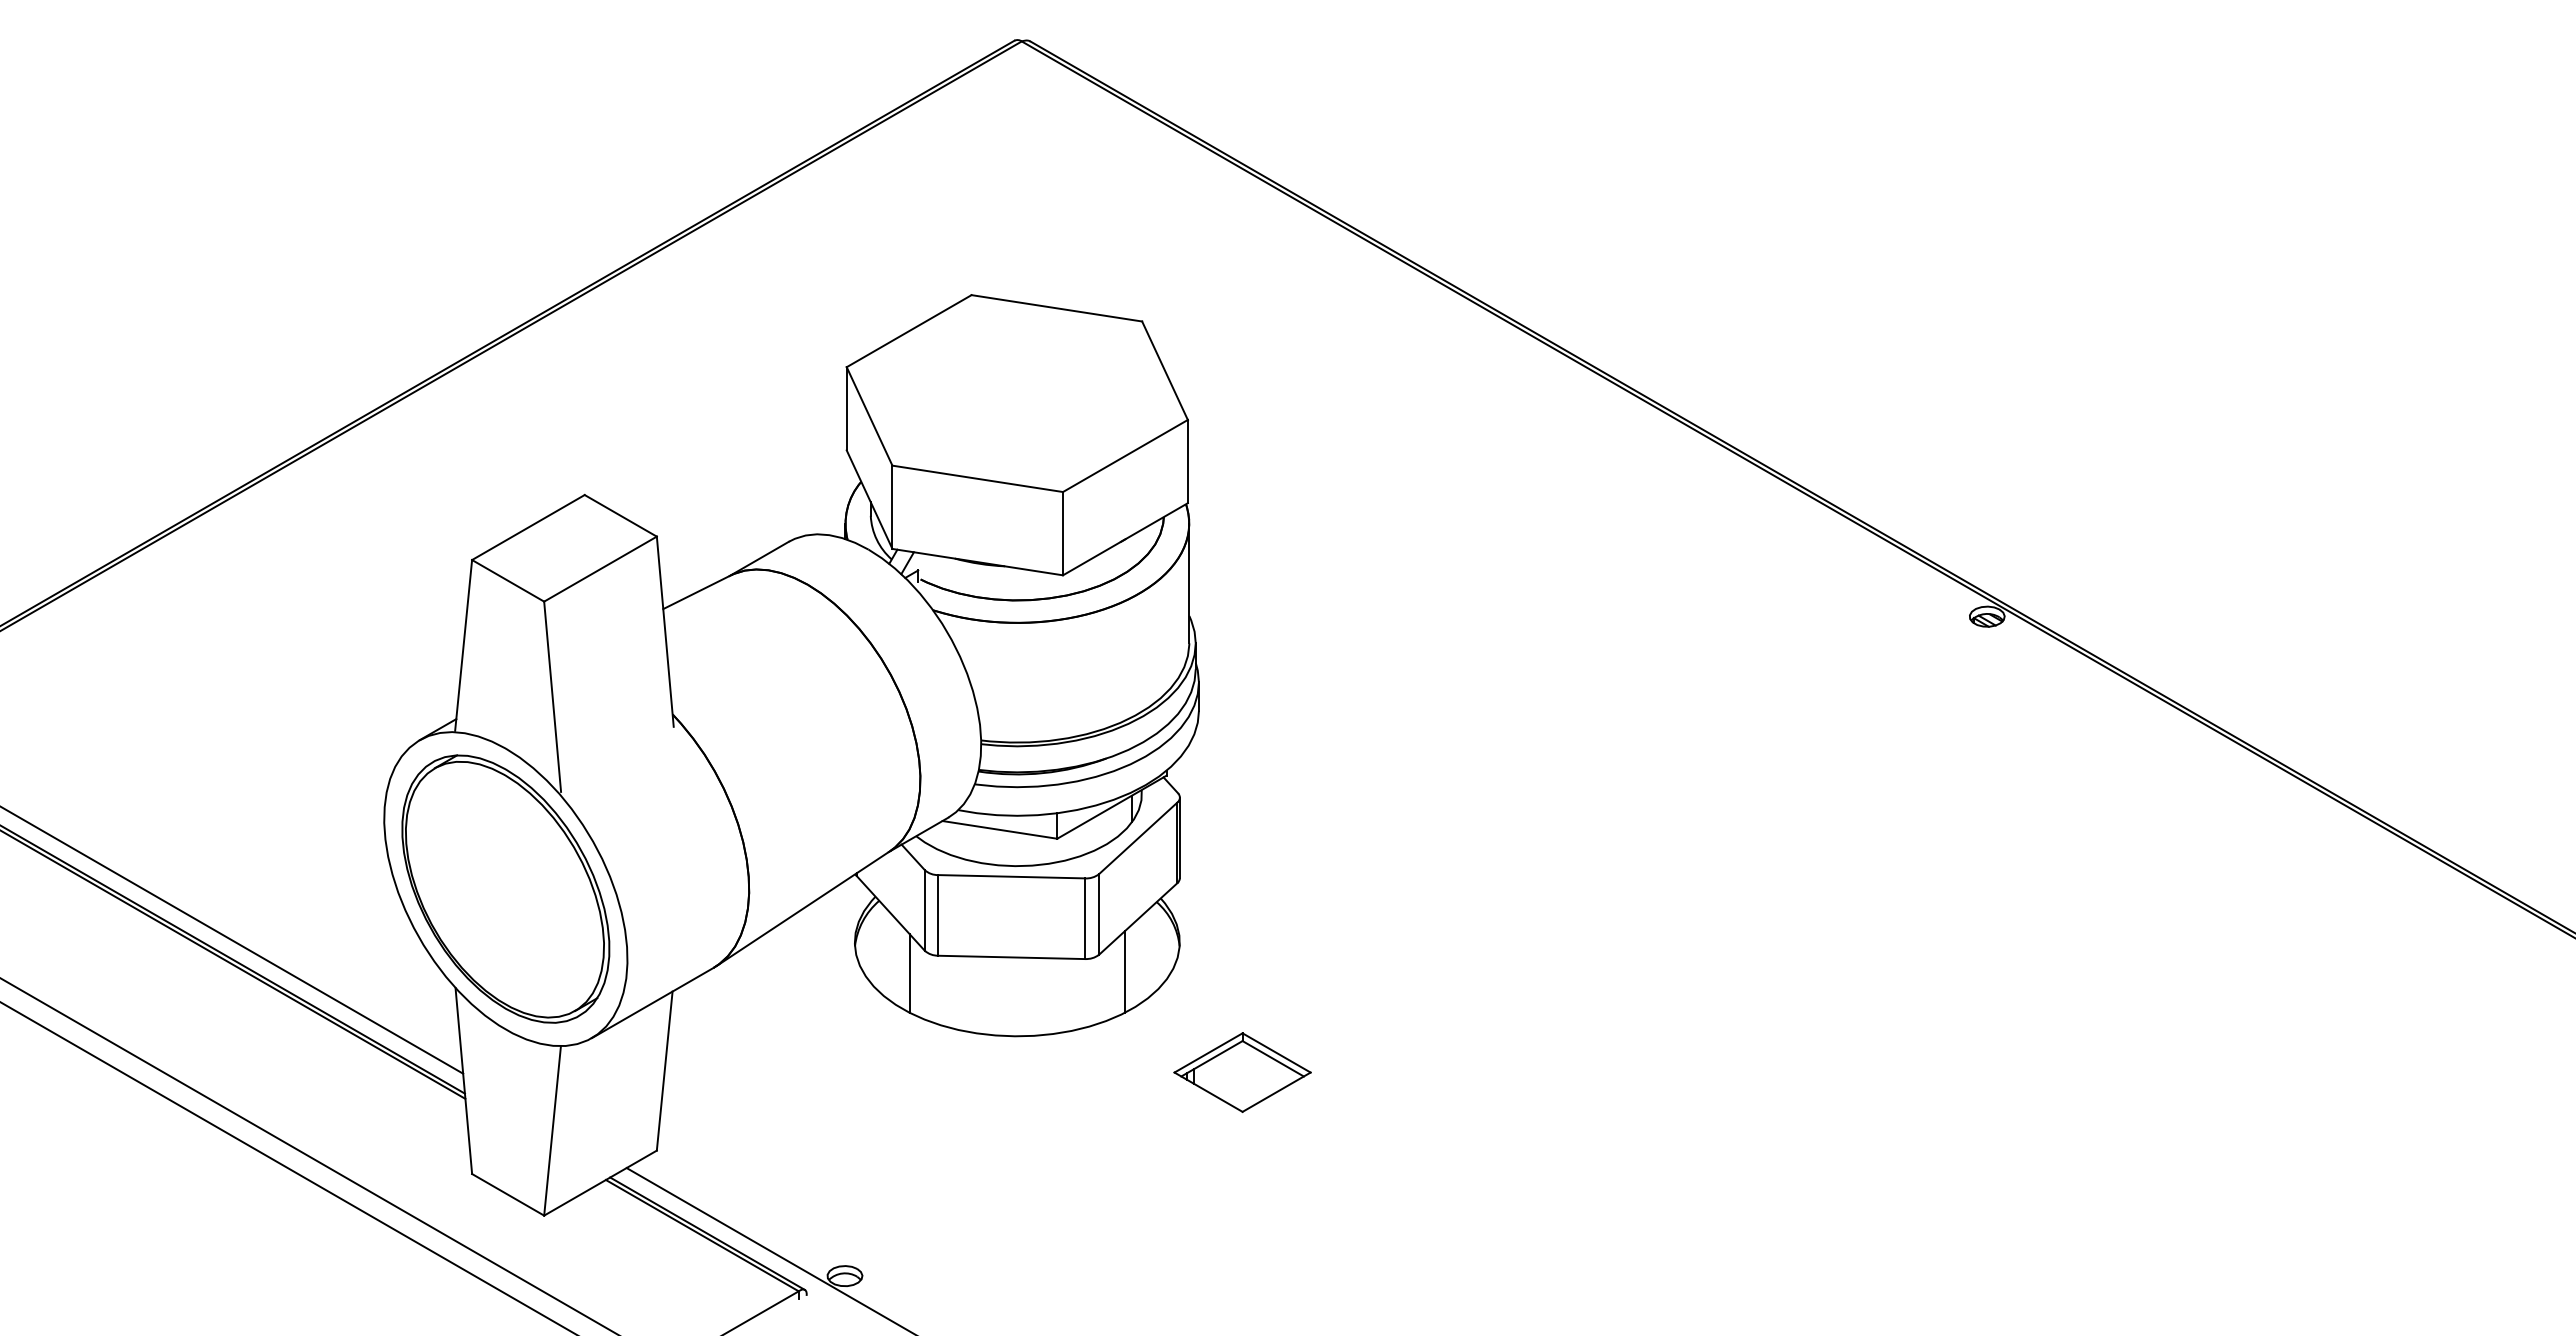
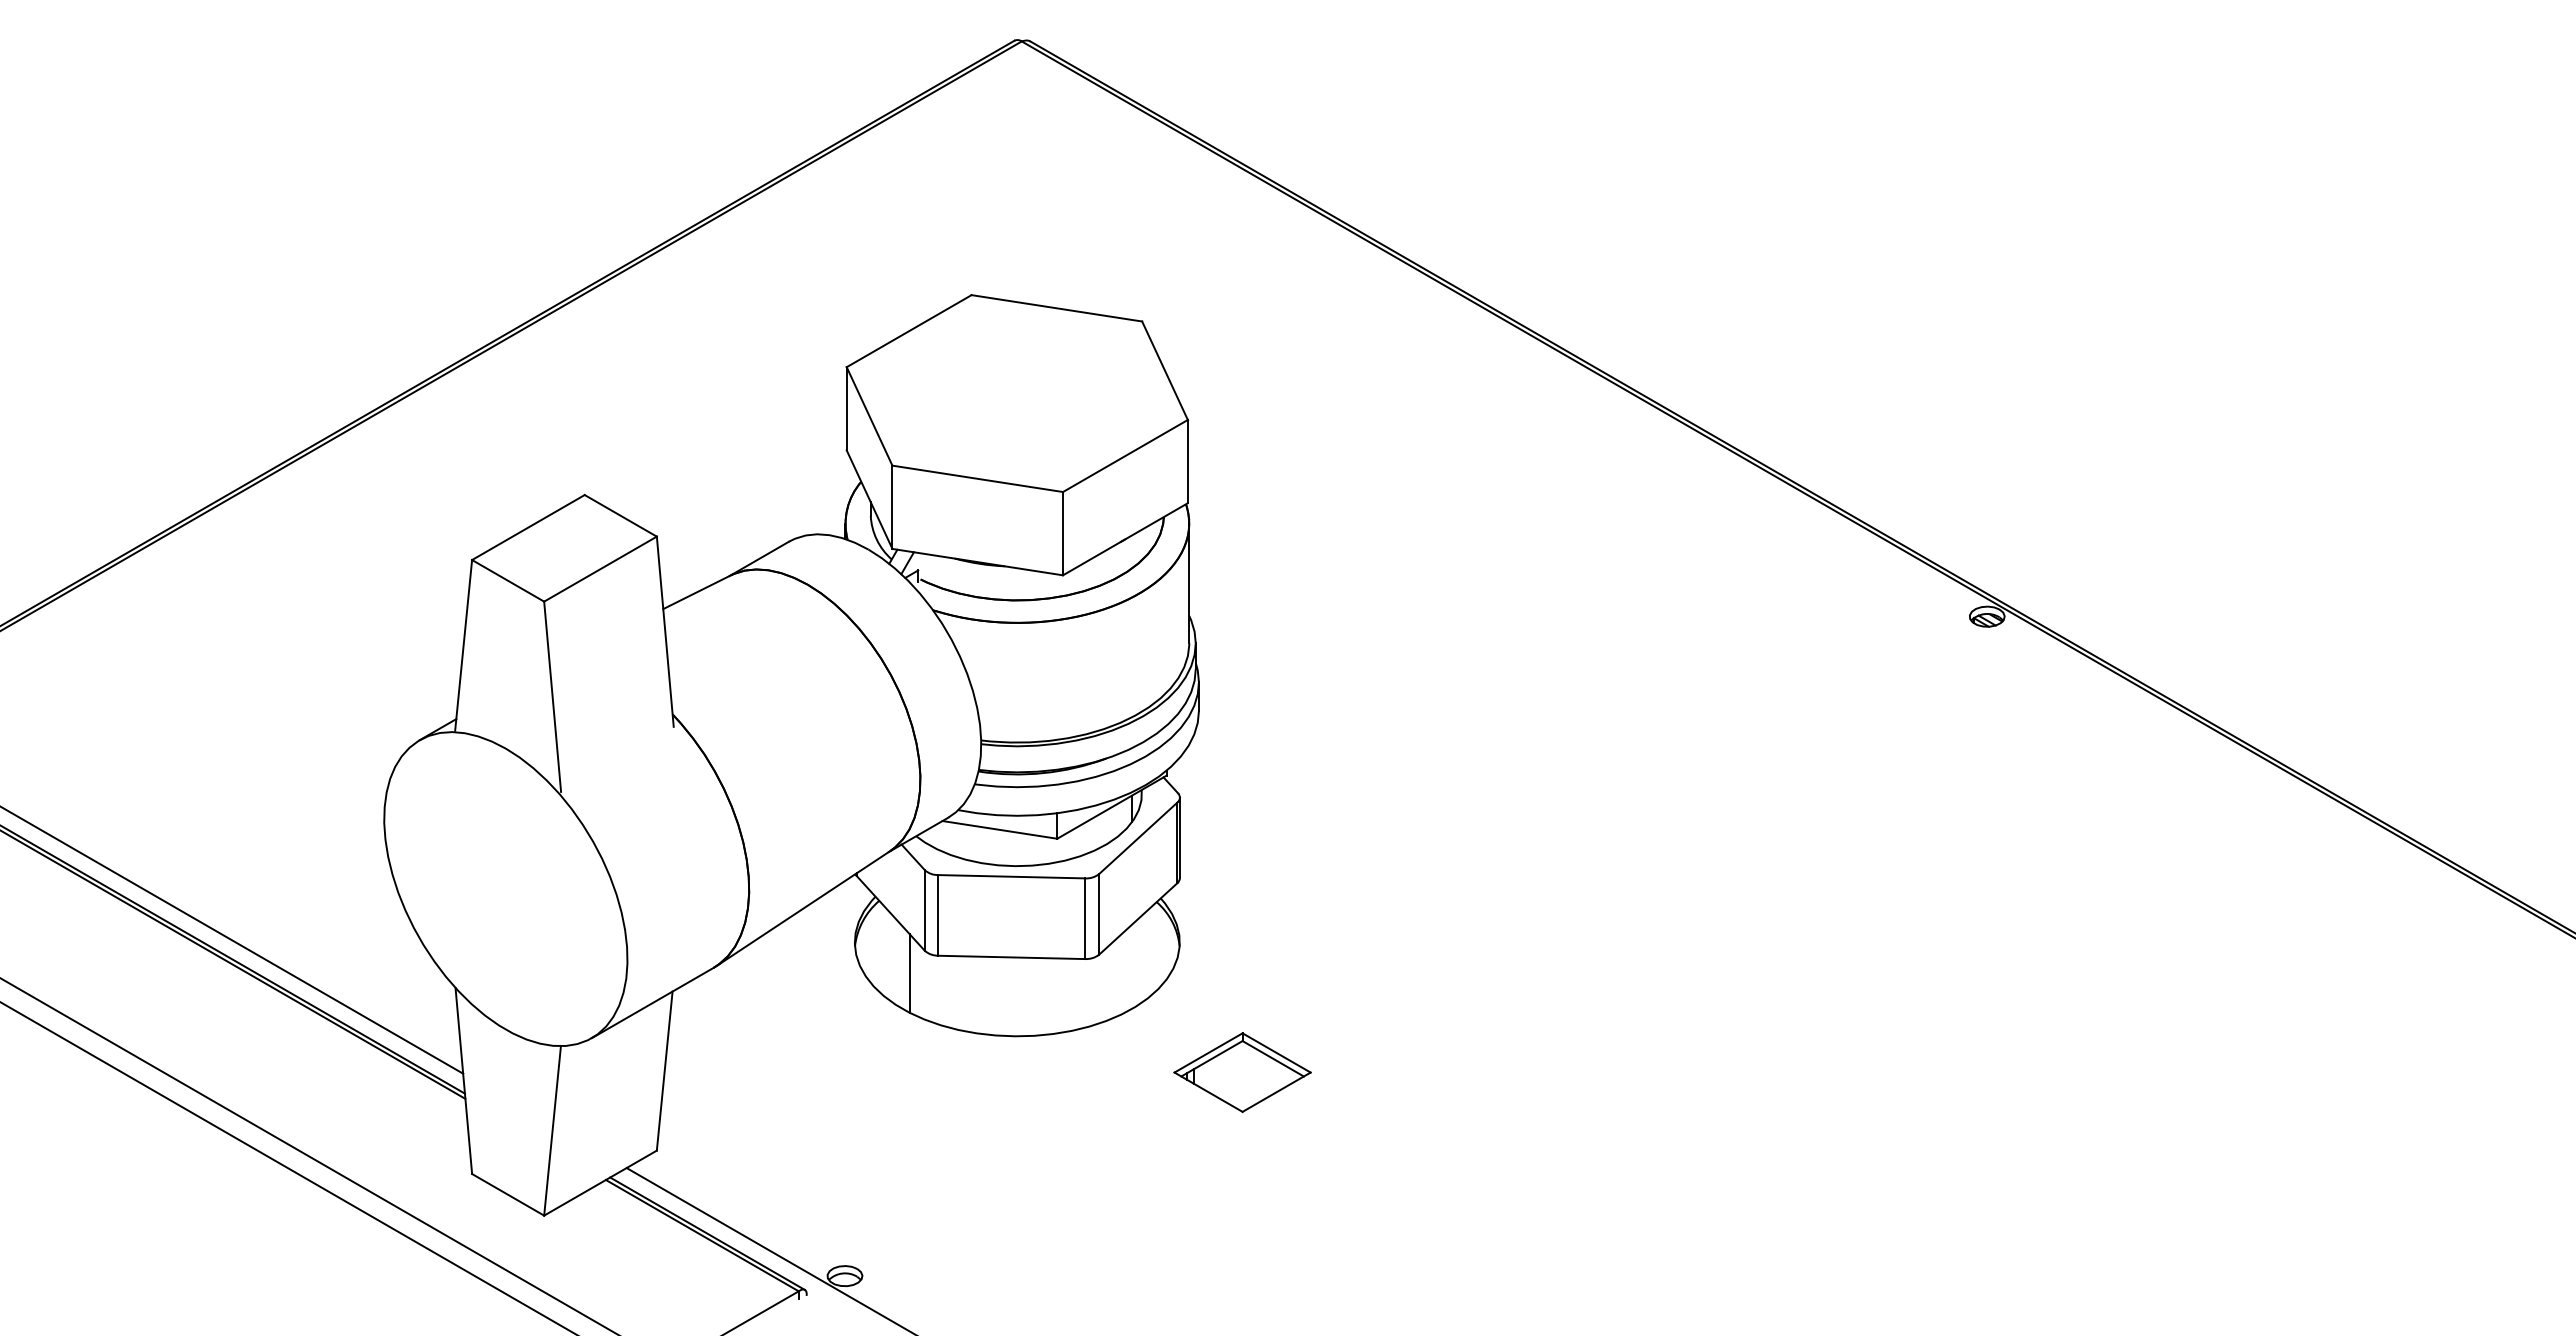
part at (505, 888): present -> none
line at (1125, 971): present -> none
